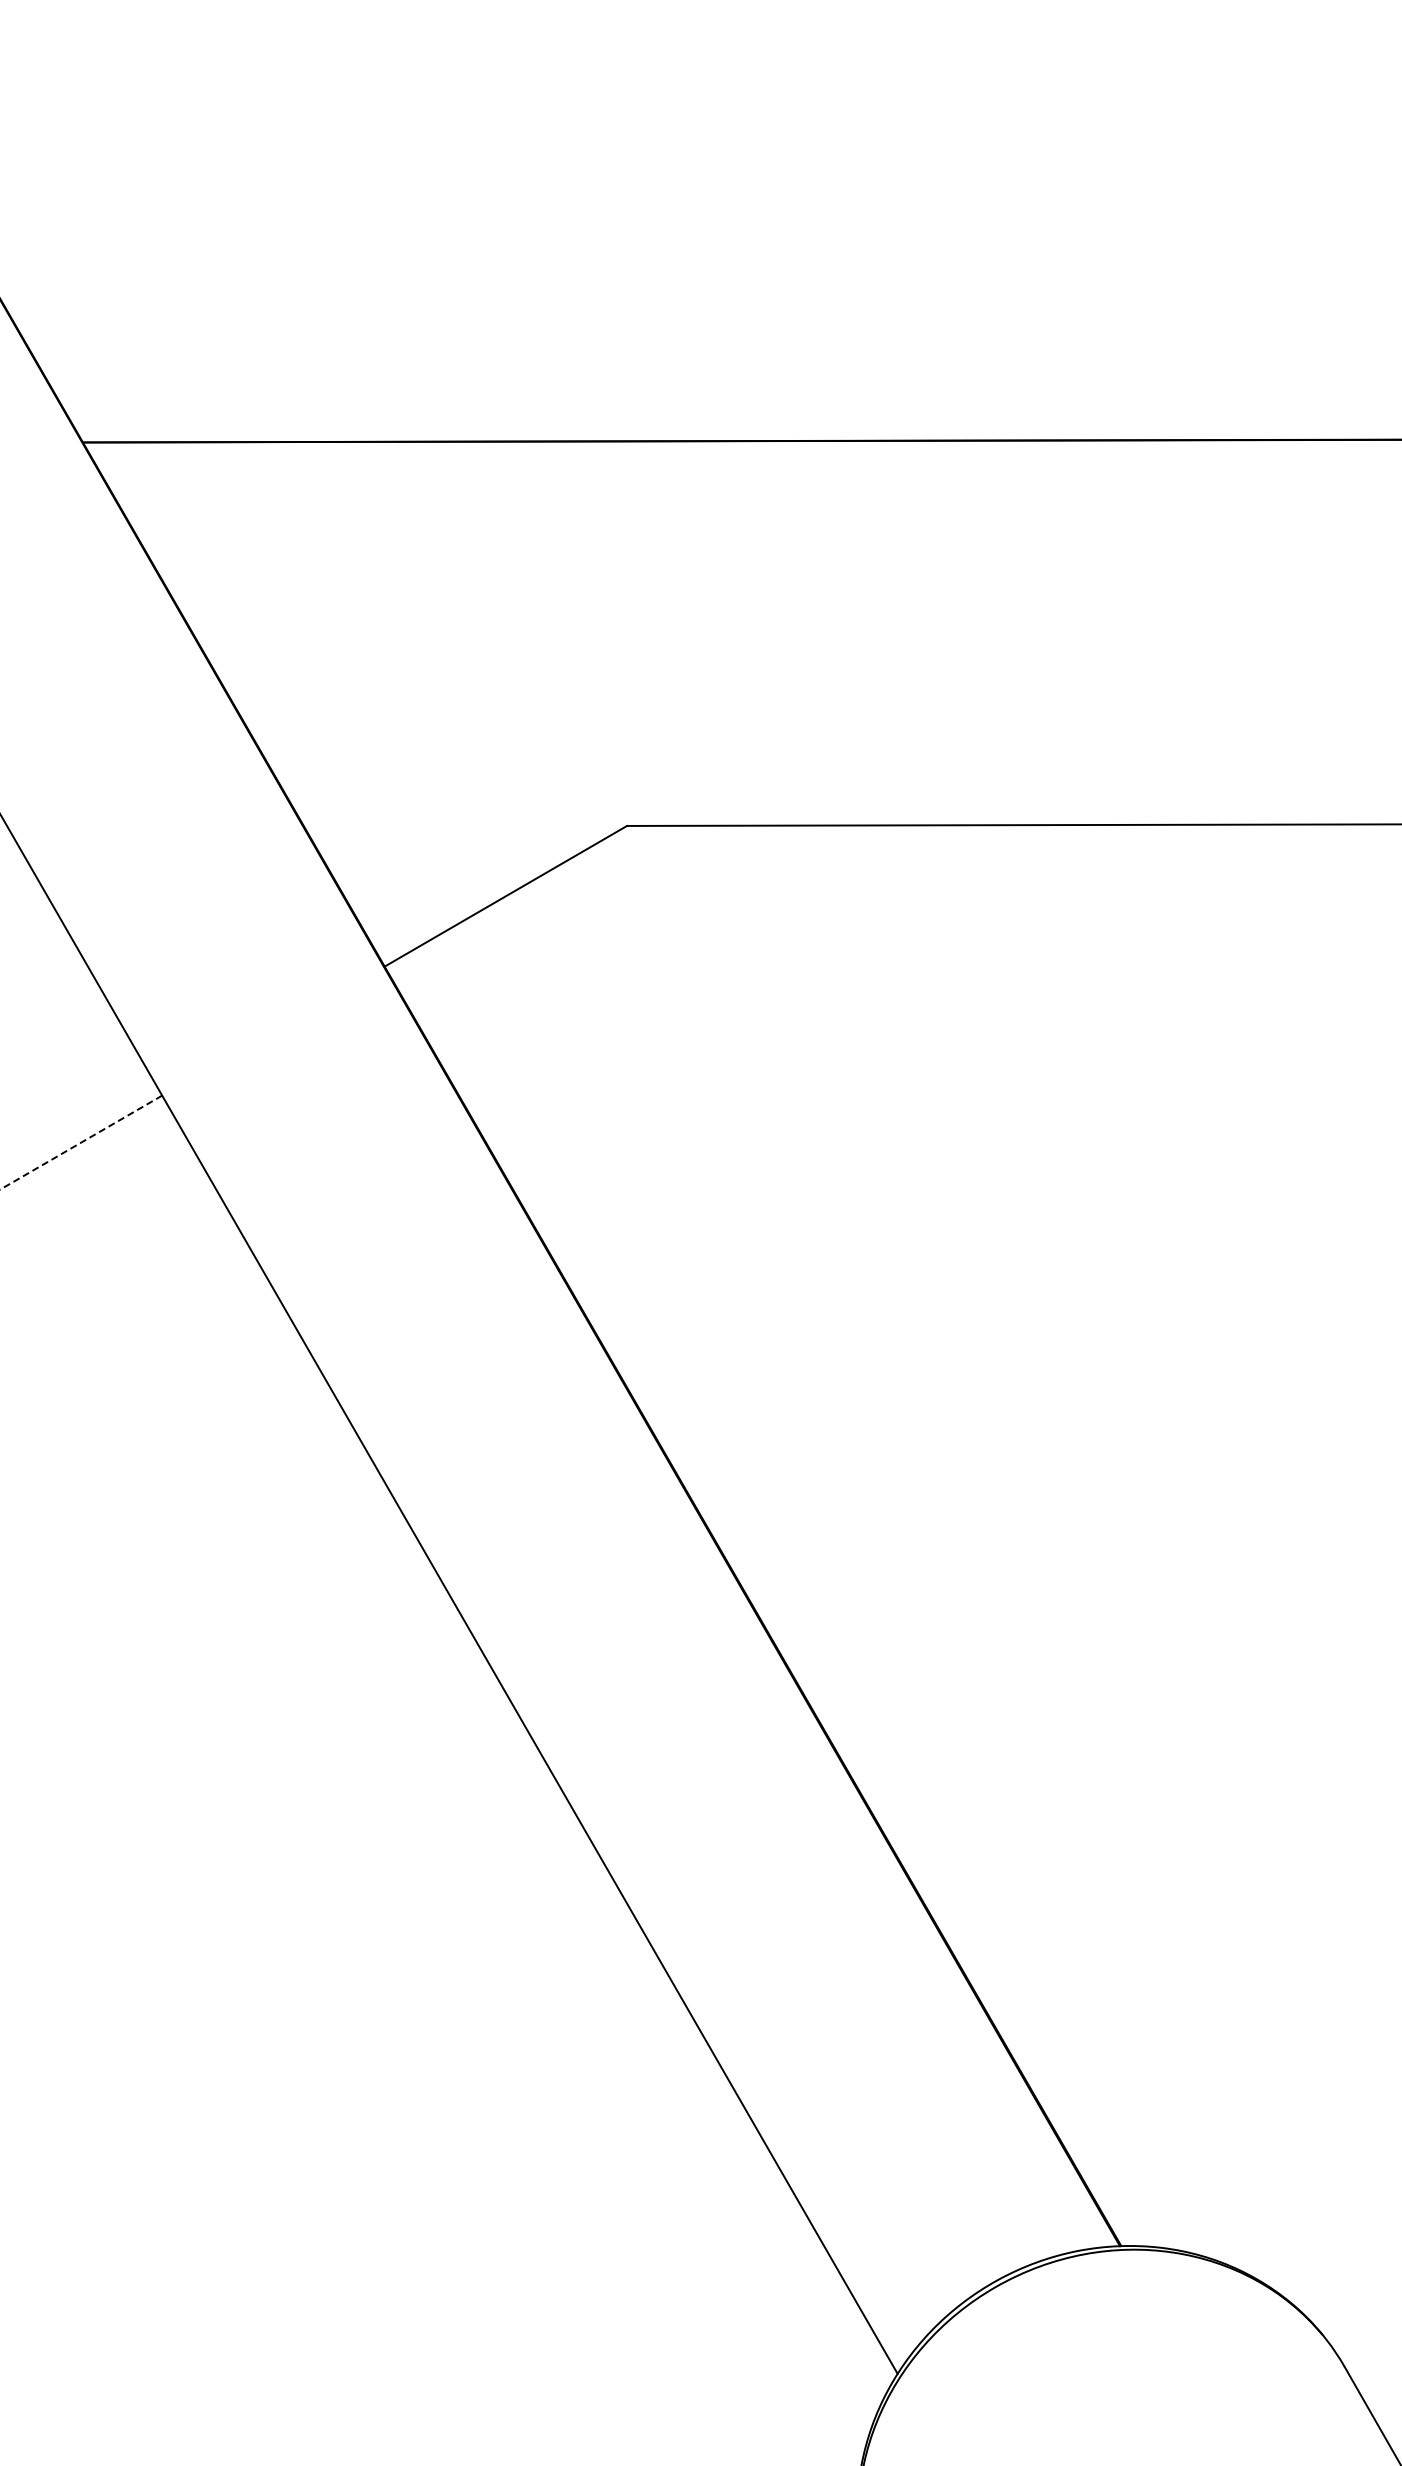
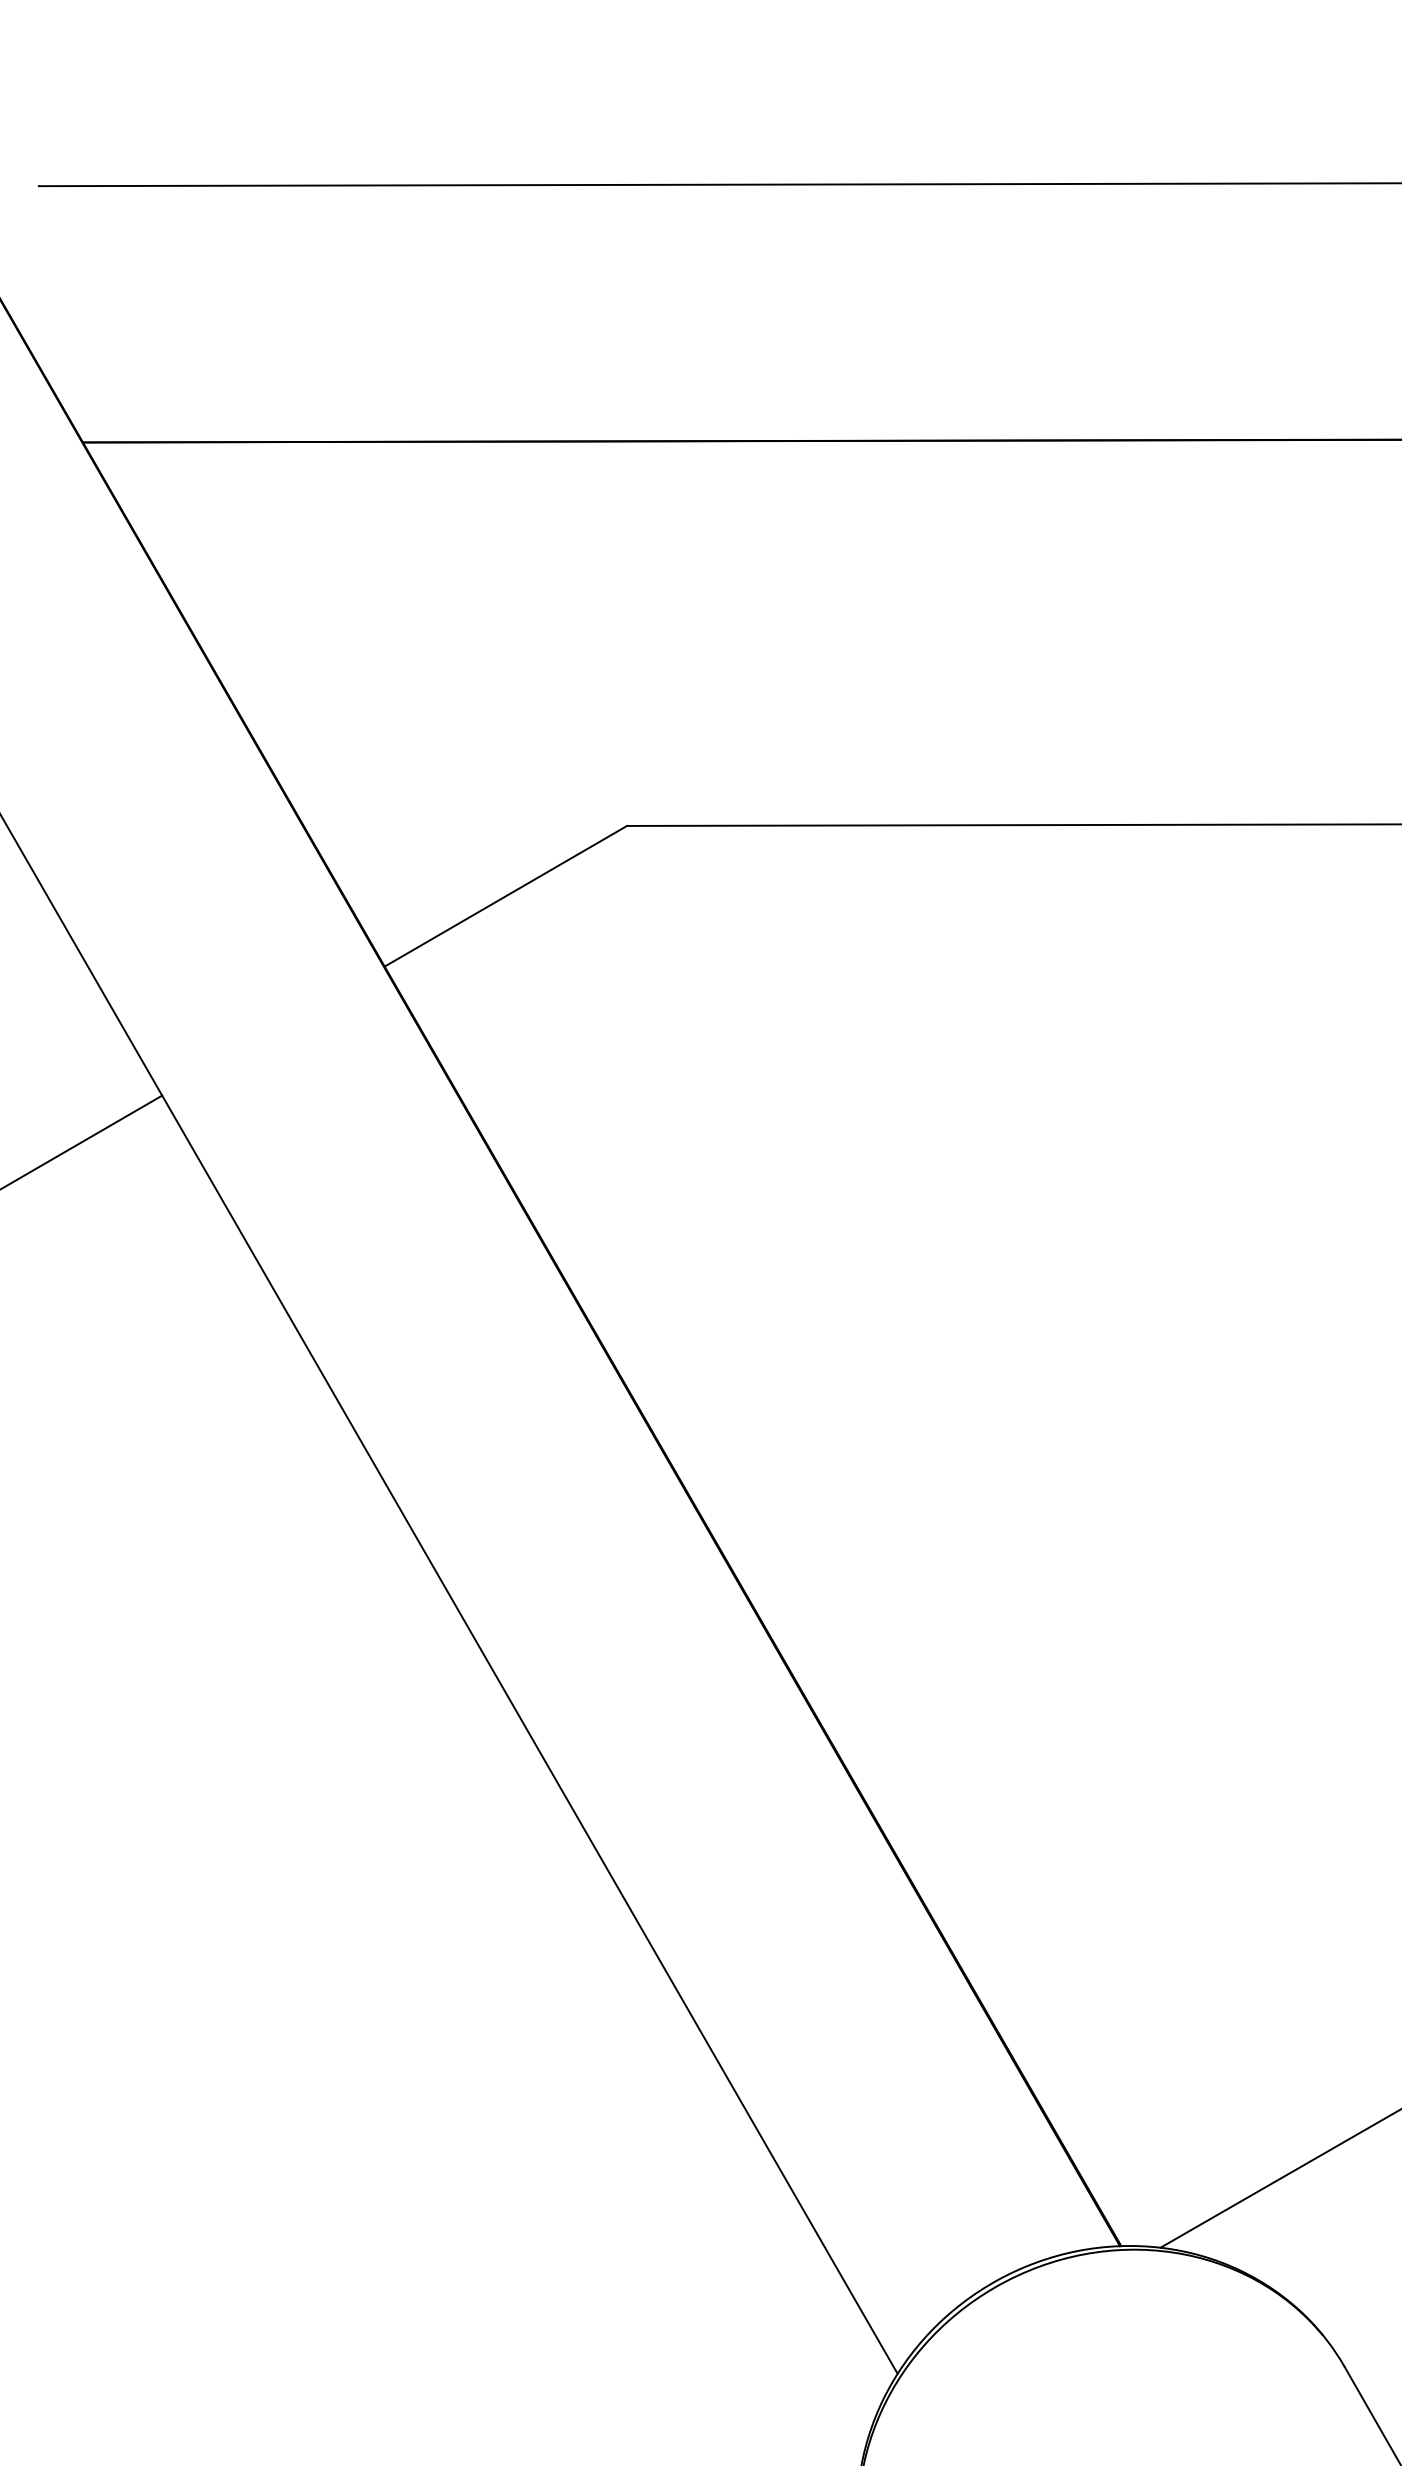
line at (718, 184): none -> present
line at (81, 1142): dashed -> solid
line at (1279, 2178): none -> present
